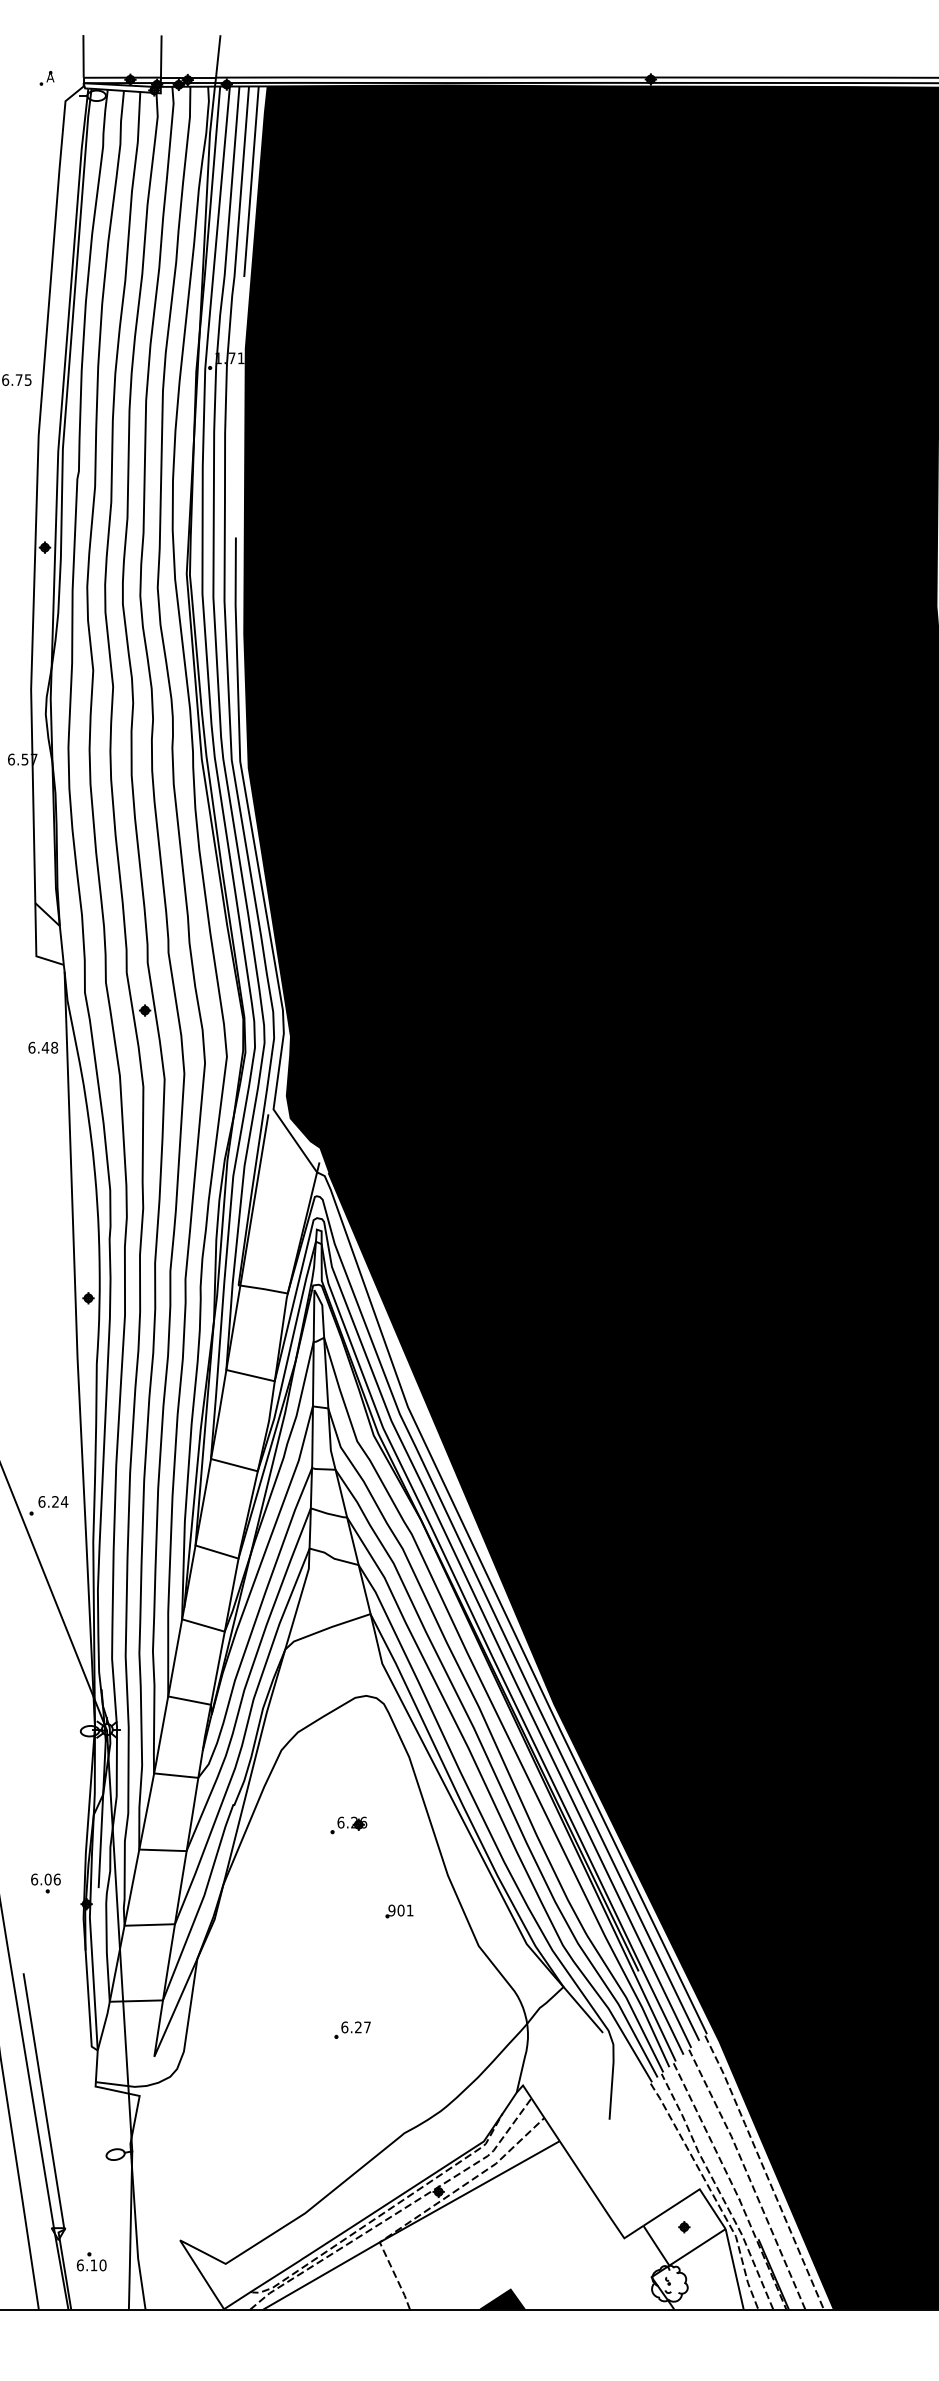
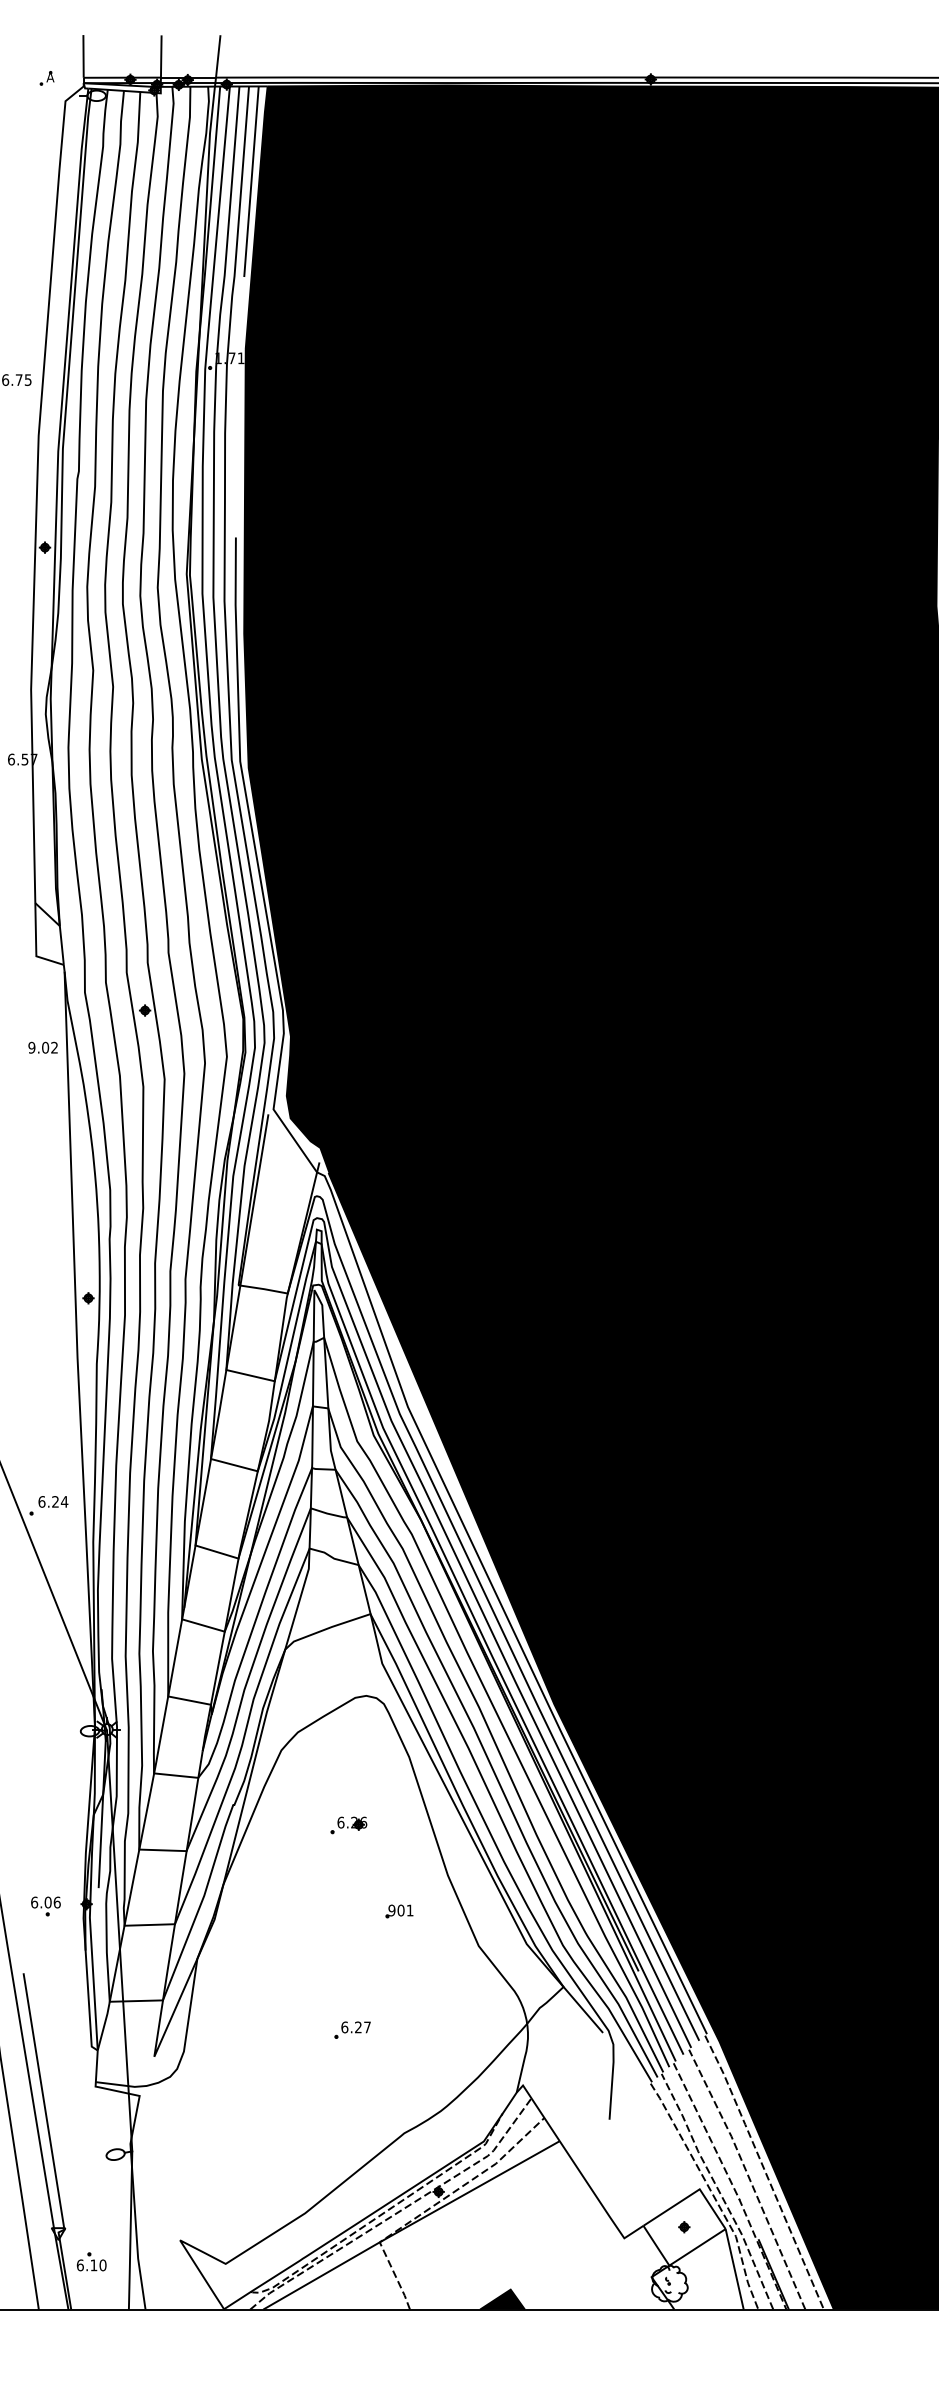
text at (43, 1047): 6.48 -> 9.02
part at (45, 1883) position: (45, 1883) -> (45, 1906)
